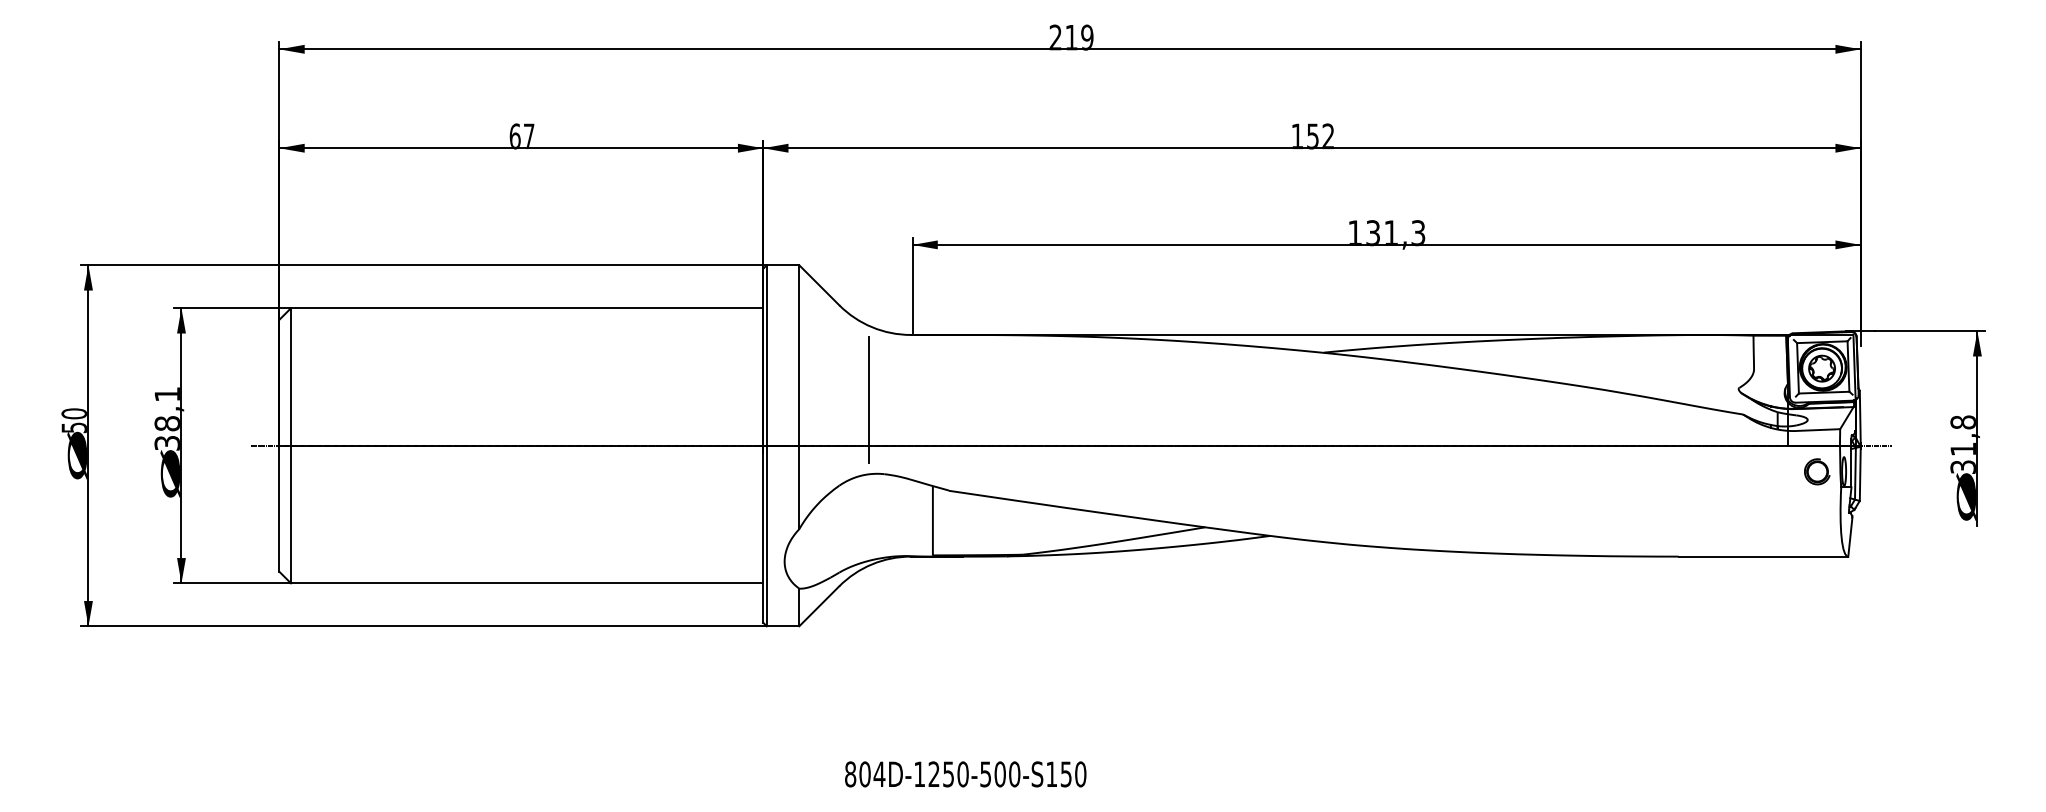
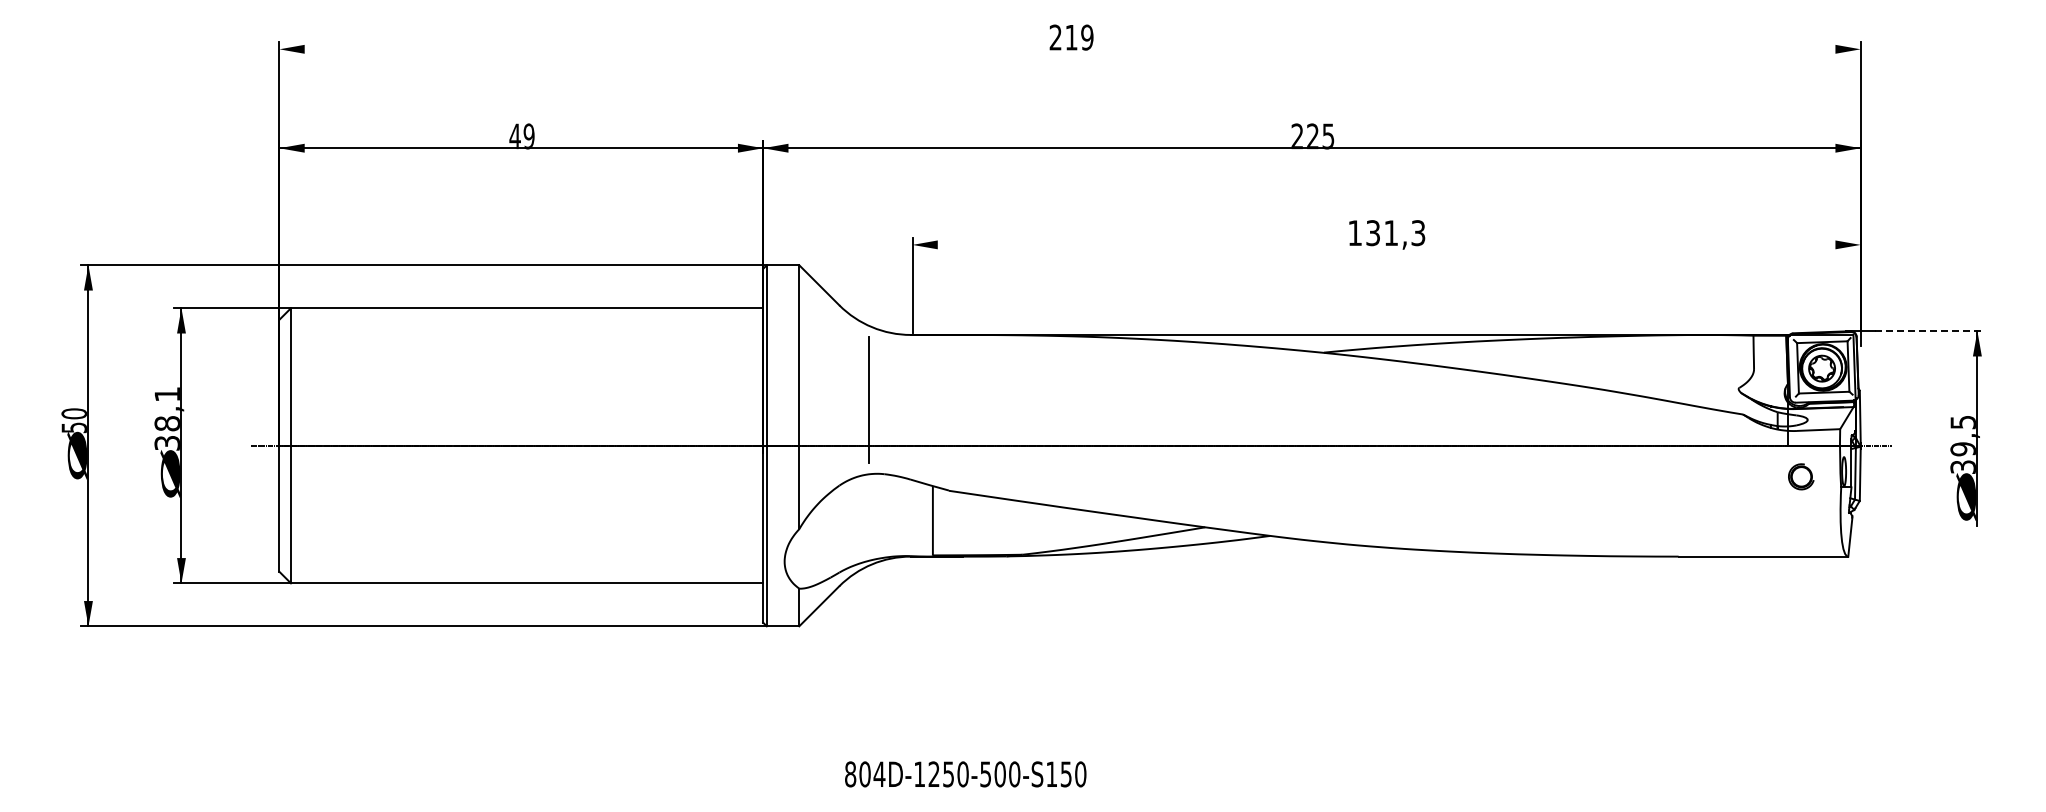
line at (1069, 49): present -> none
text at (521, 136): 67 -> 49
text at (1312, 136): 152 -> 225
line at (1386, 244): present -> none
line at (1929, 331): solid -> dashed
text at (1962, 435): 31,8 -> 39,5
part at (1817, 471) position: (1817, 471) -> (1801, 476)
